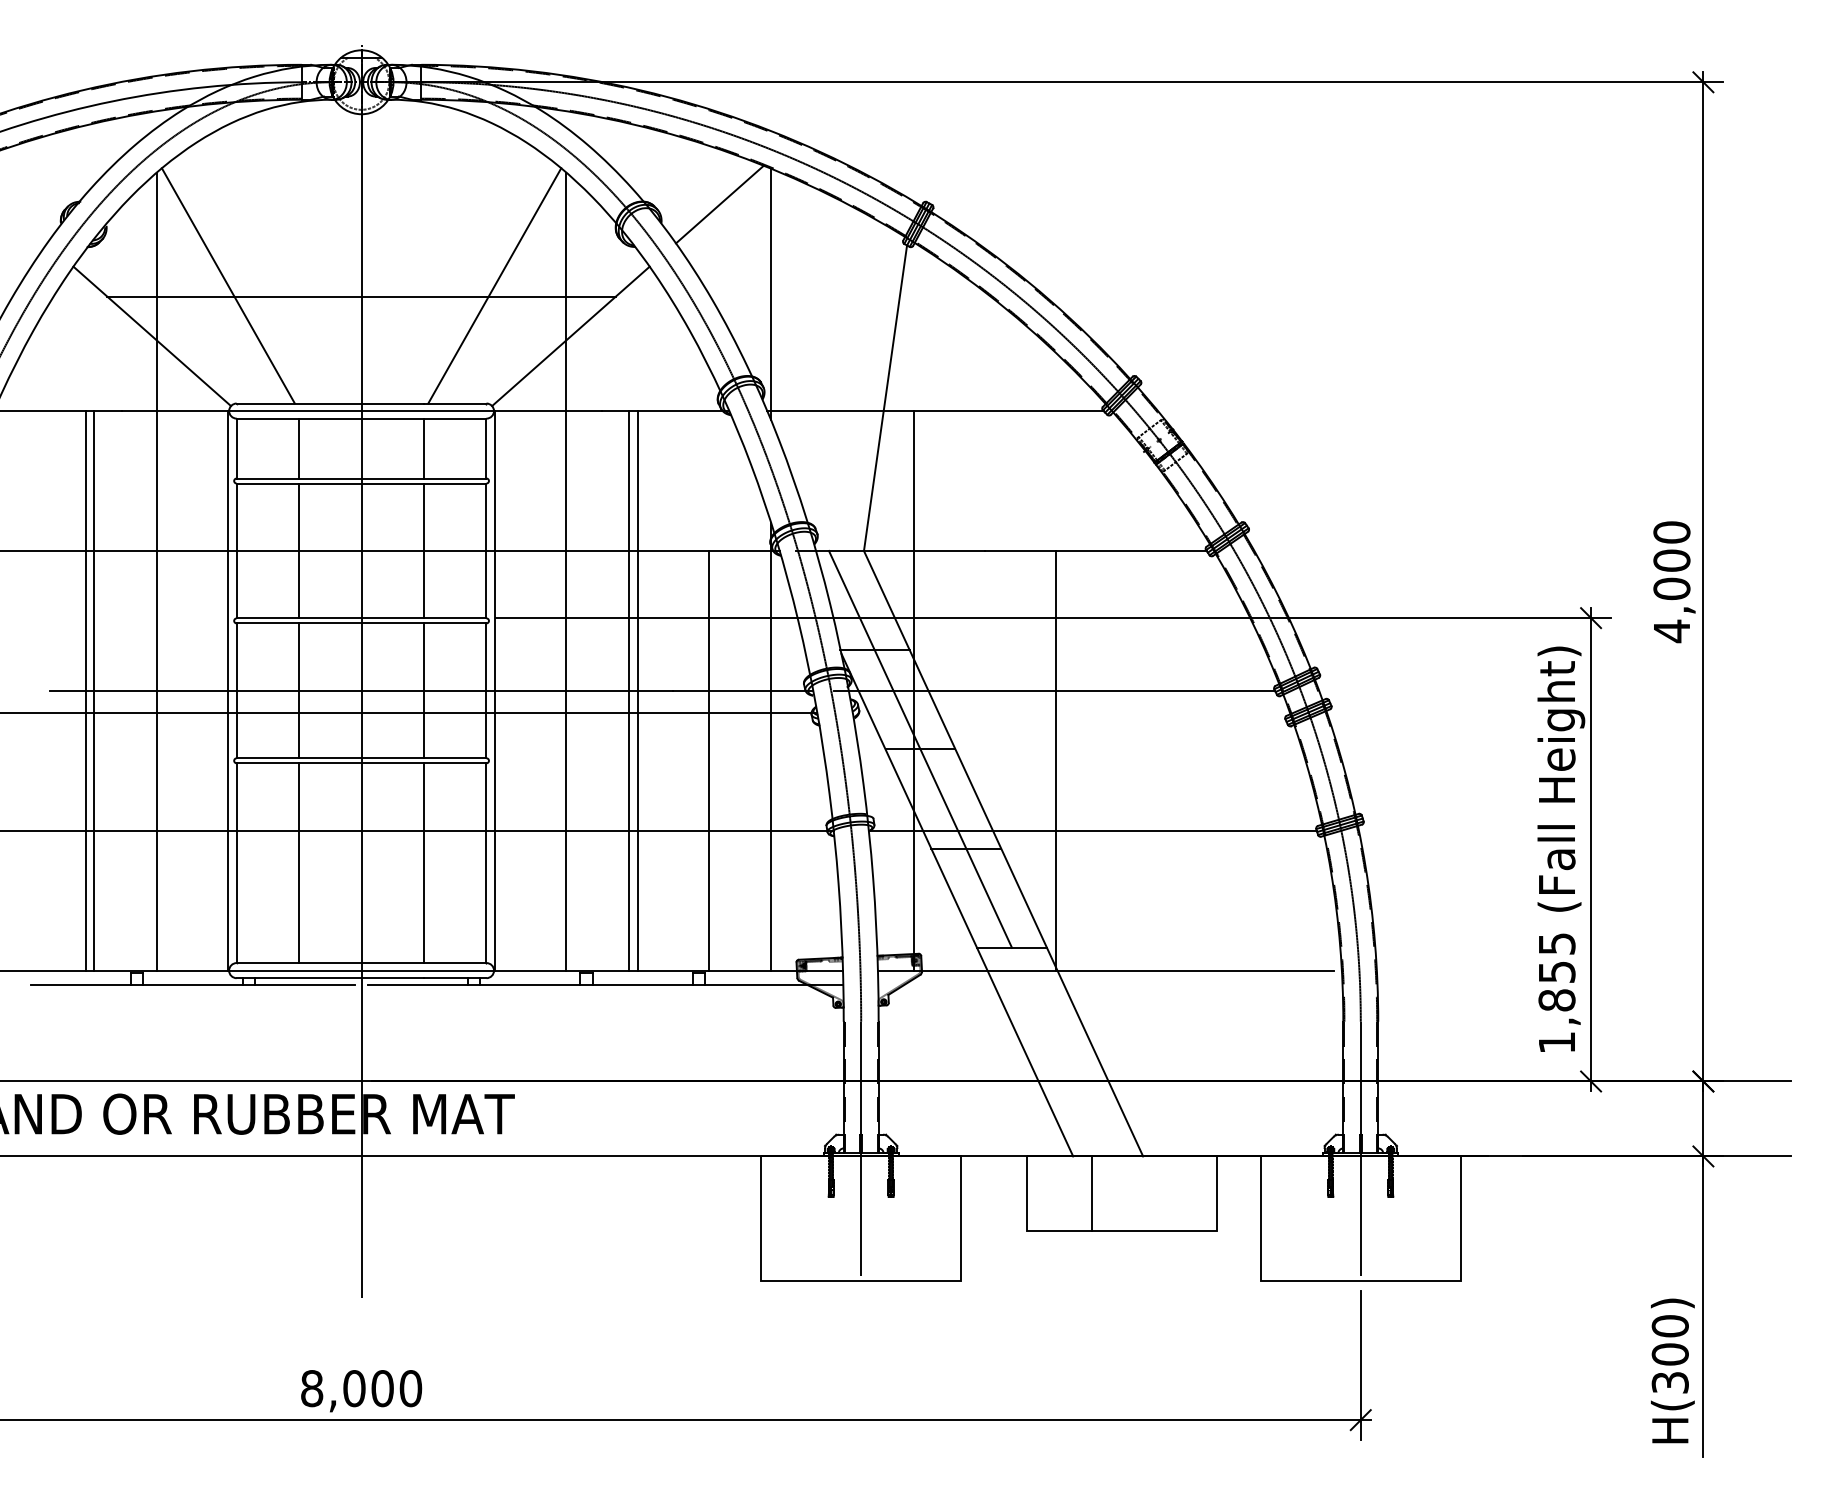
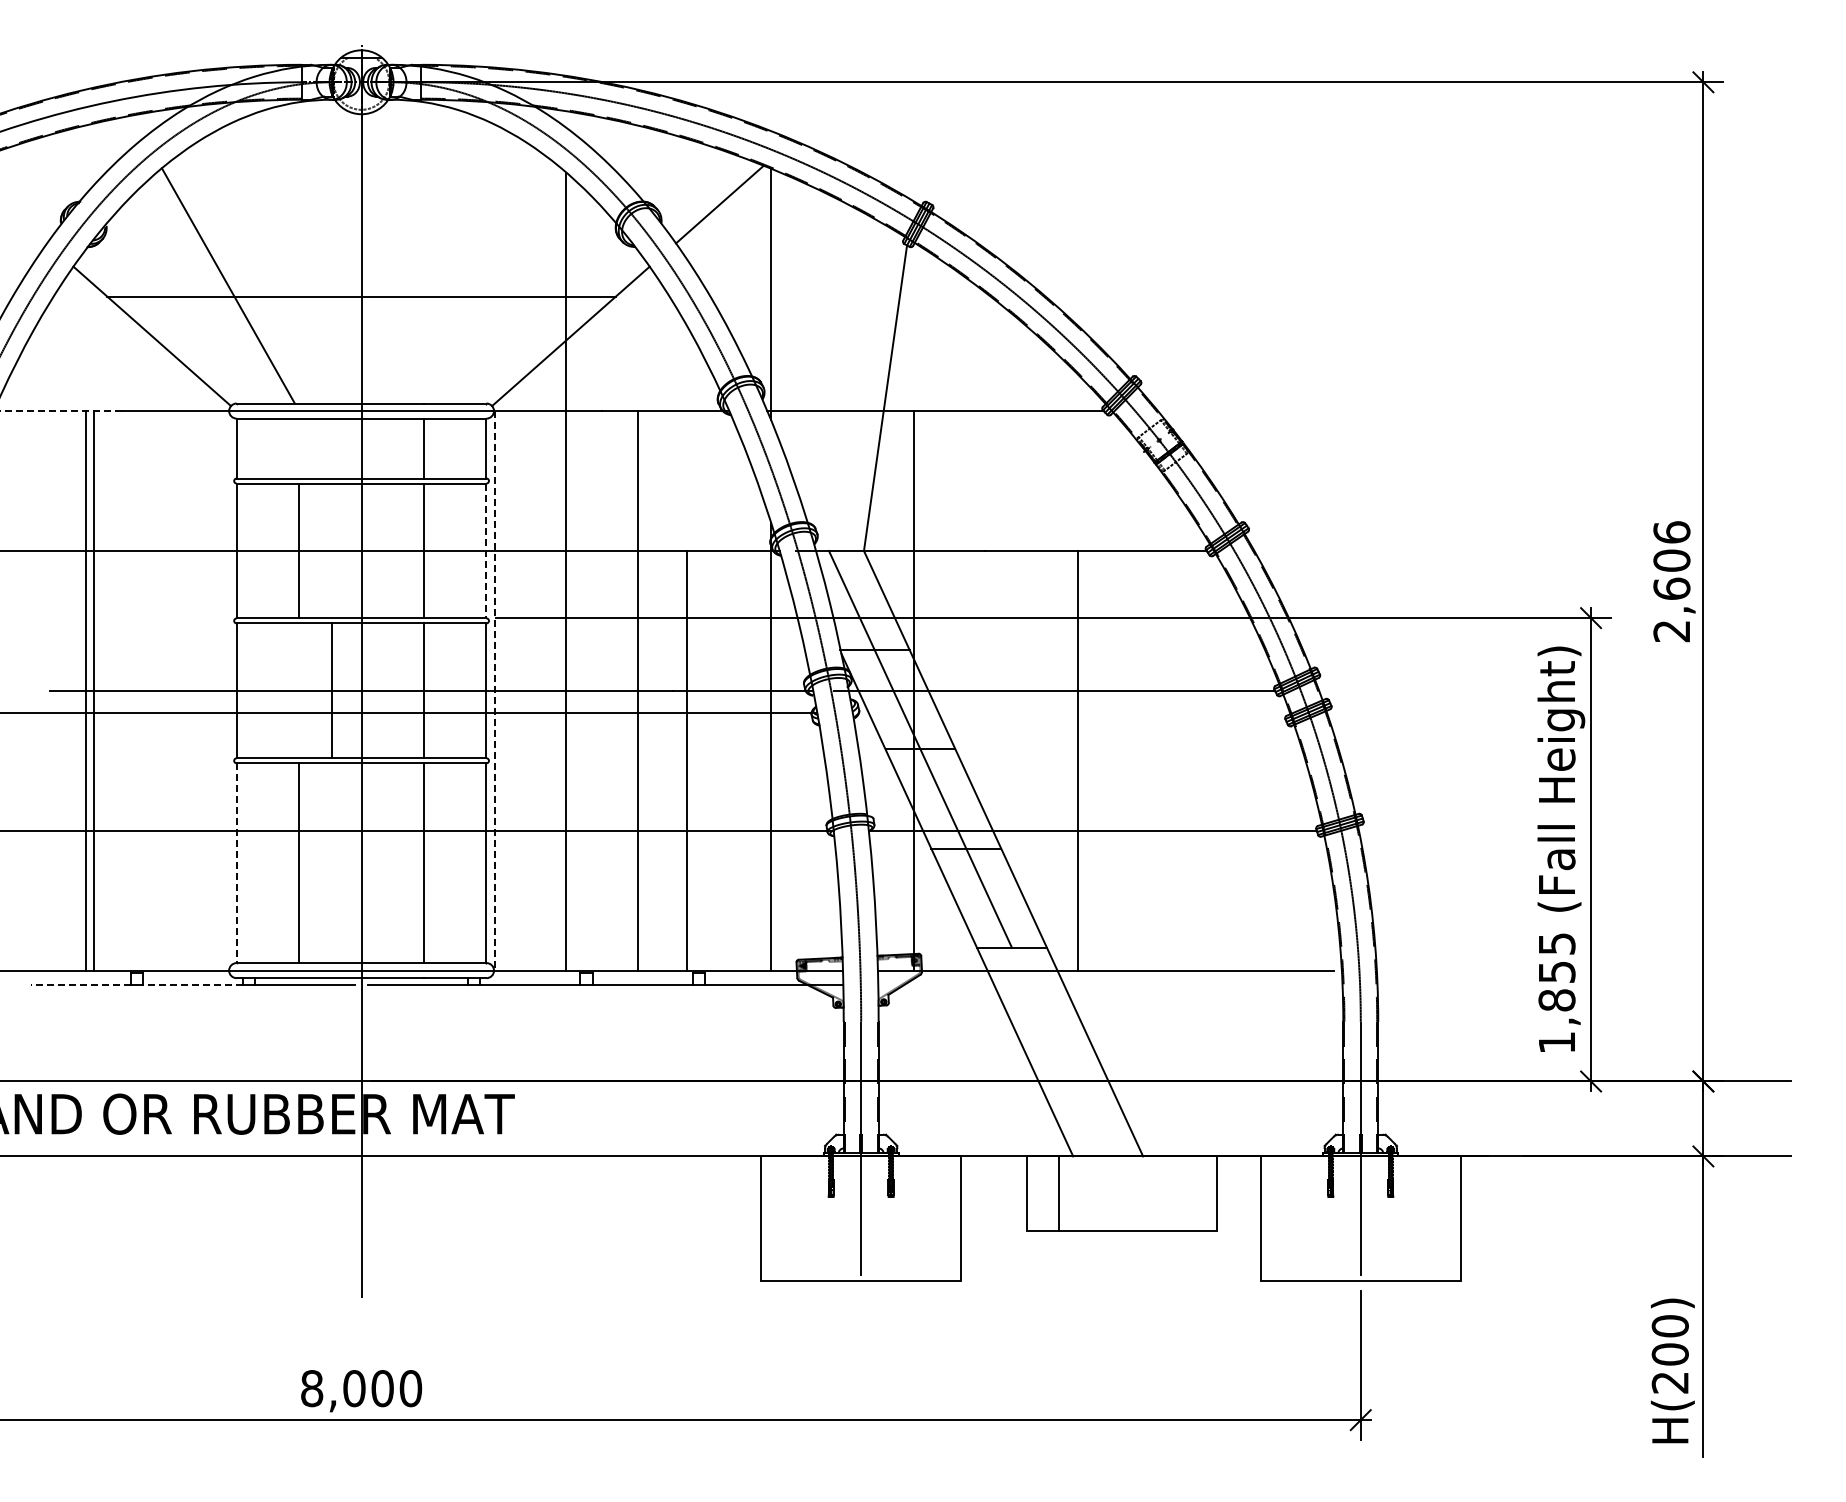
line at (494, 285): present -> none
line at (61, 411): solid -> dashed
line at (299, 448): present -> none
line at (486, 551): solid -> dashed
line at (156, 571): present -> none
text at (1671, 582): 4,000 -> 2,606
line at (227, 690): present -> none
line at (299, 690) position: (299, 690) -> (332, 690)
line at (495, 690): solid -> dashed
line at (628, 690): present -> none
line at (708, 760) position: (708, 760) -> (686, 760)
line at (1056, 760) position: (1056, 760) -> (1078, 760)
line at (236, 863): solid -> dashed
line at (80, 985): solid -> dashed
line at (192, 985): solid -> dashed
line at (1091, 1193) position: (1091, 1193) -> (1058, 1193)
text at (1670, 1382): H(300) -> H(200)
